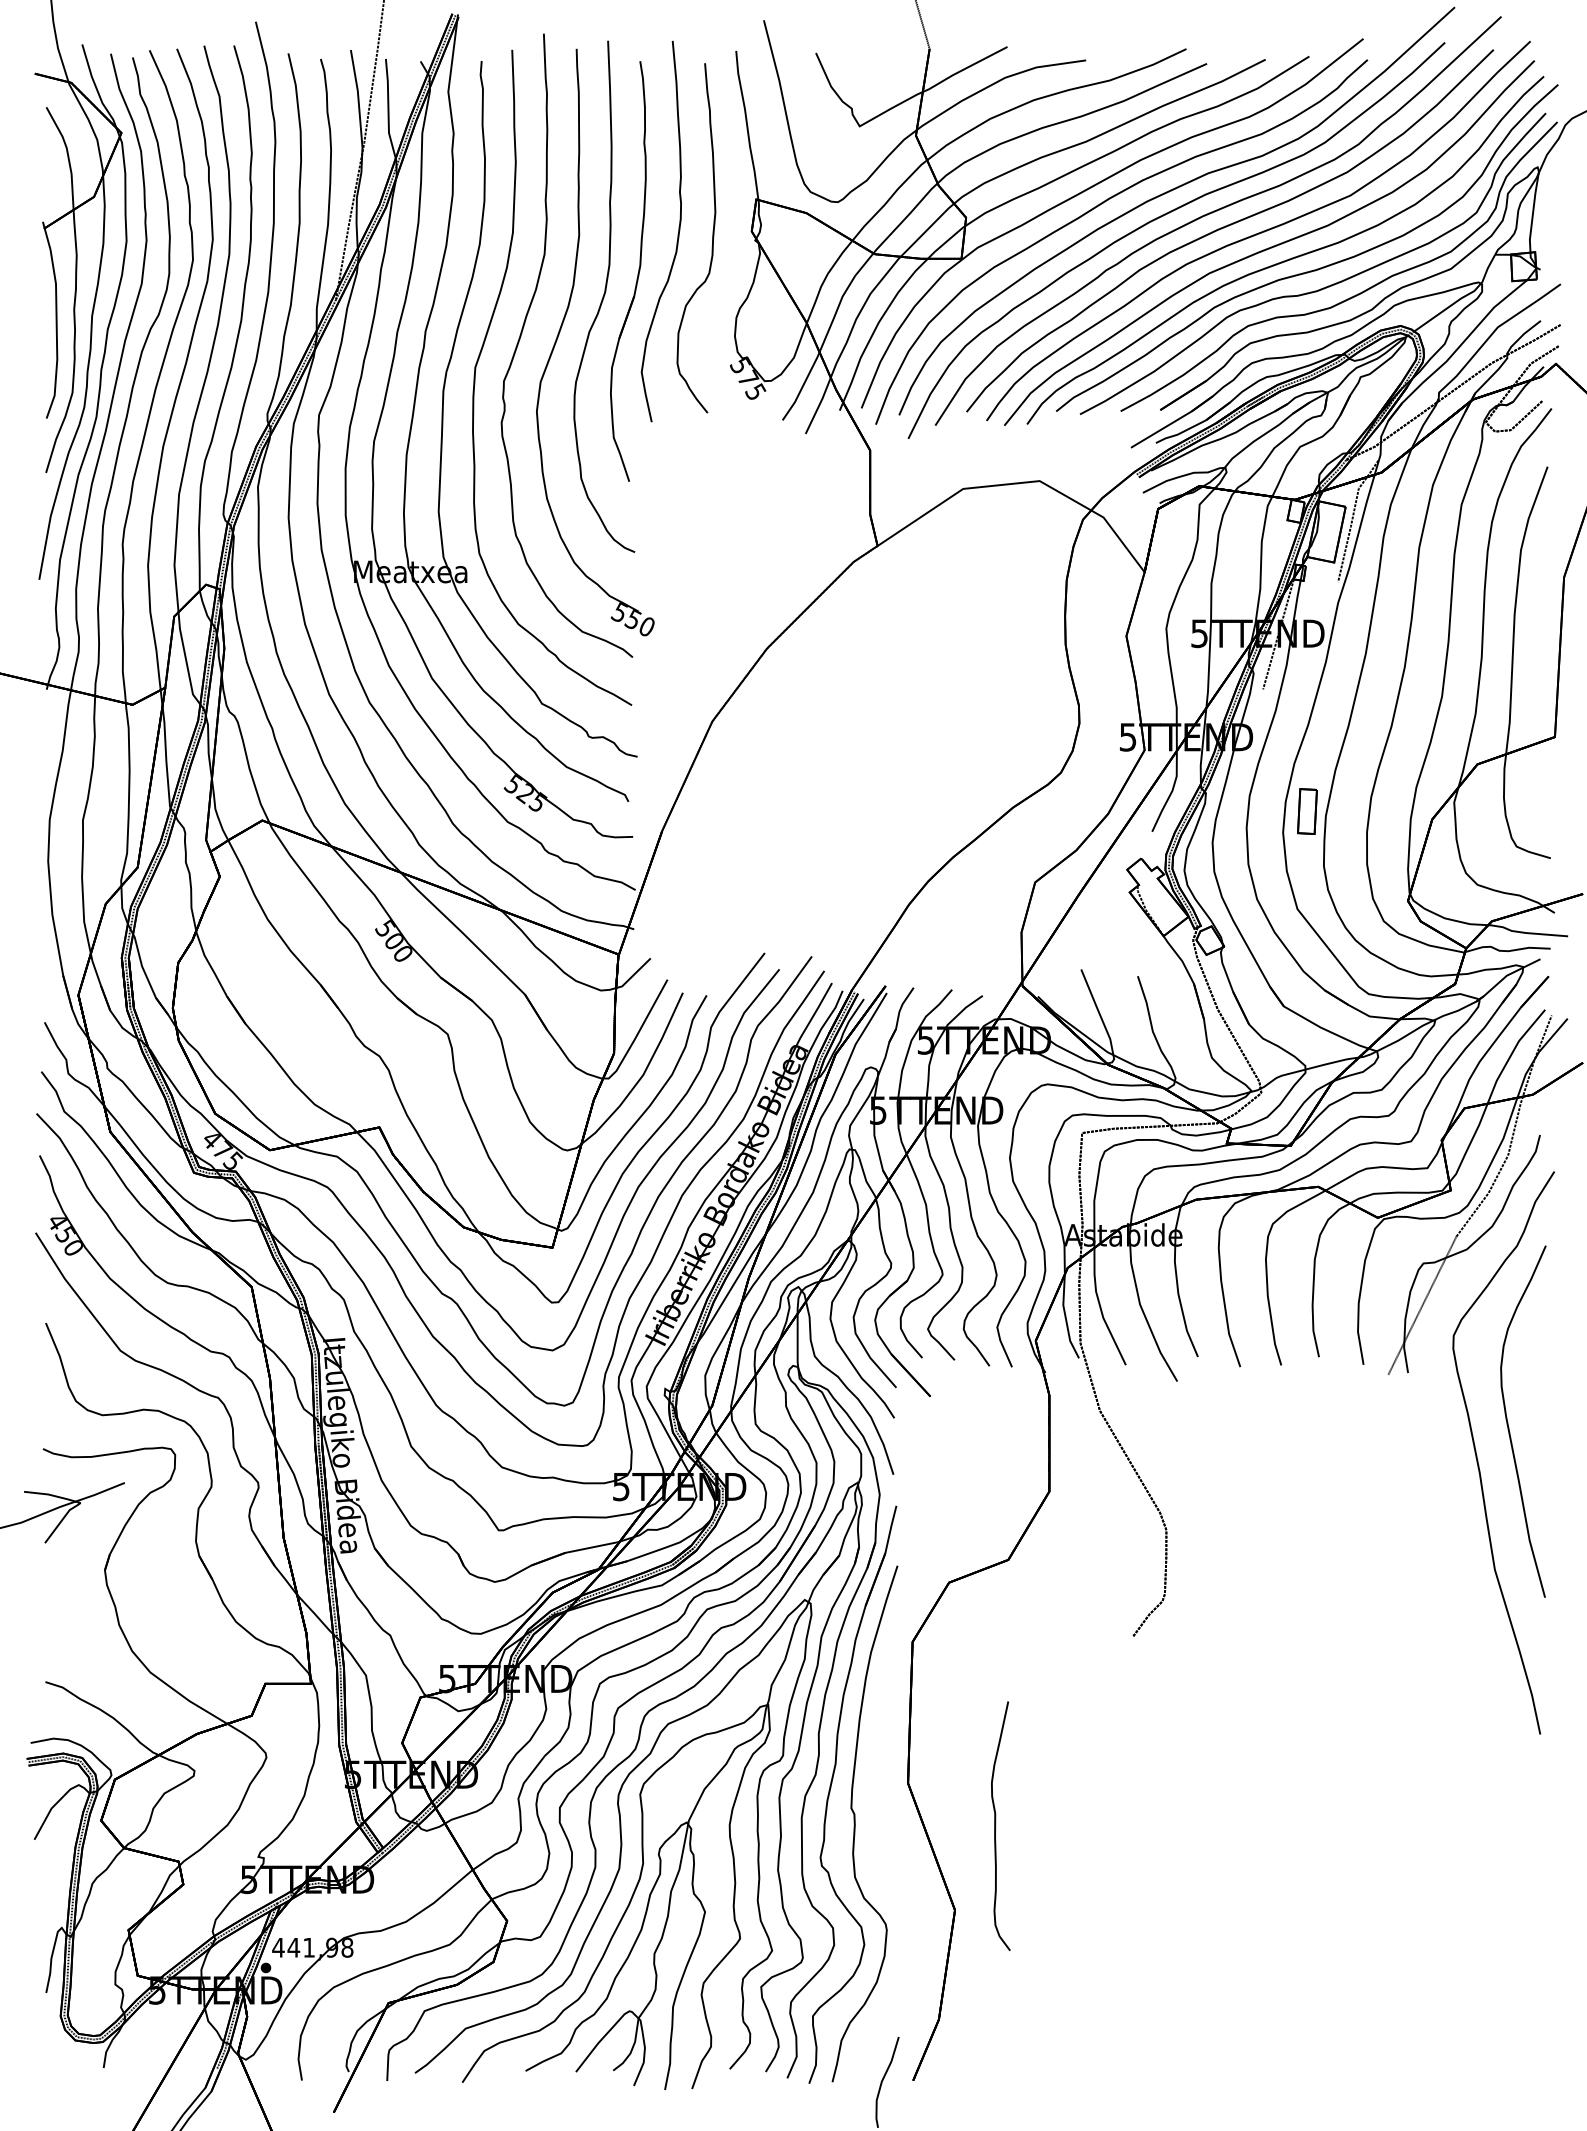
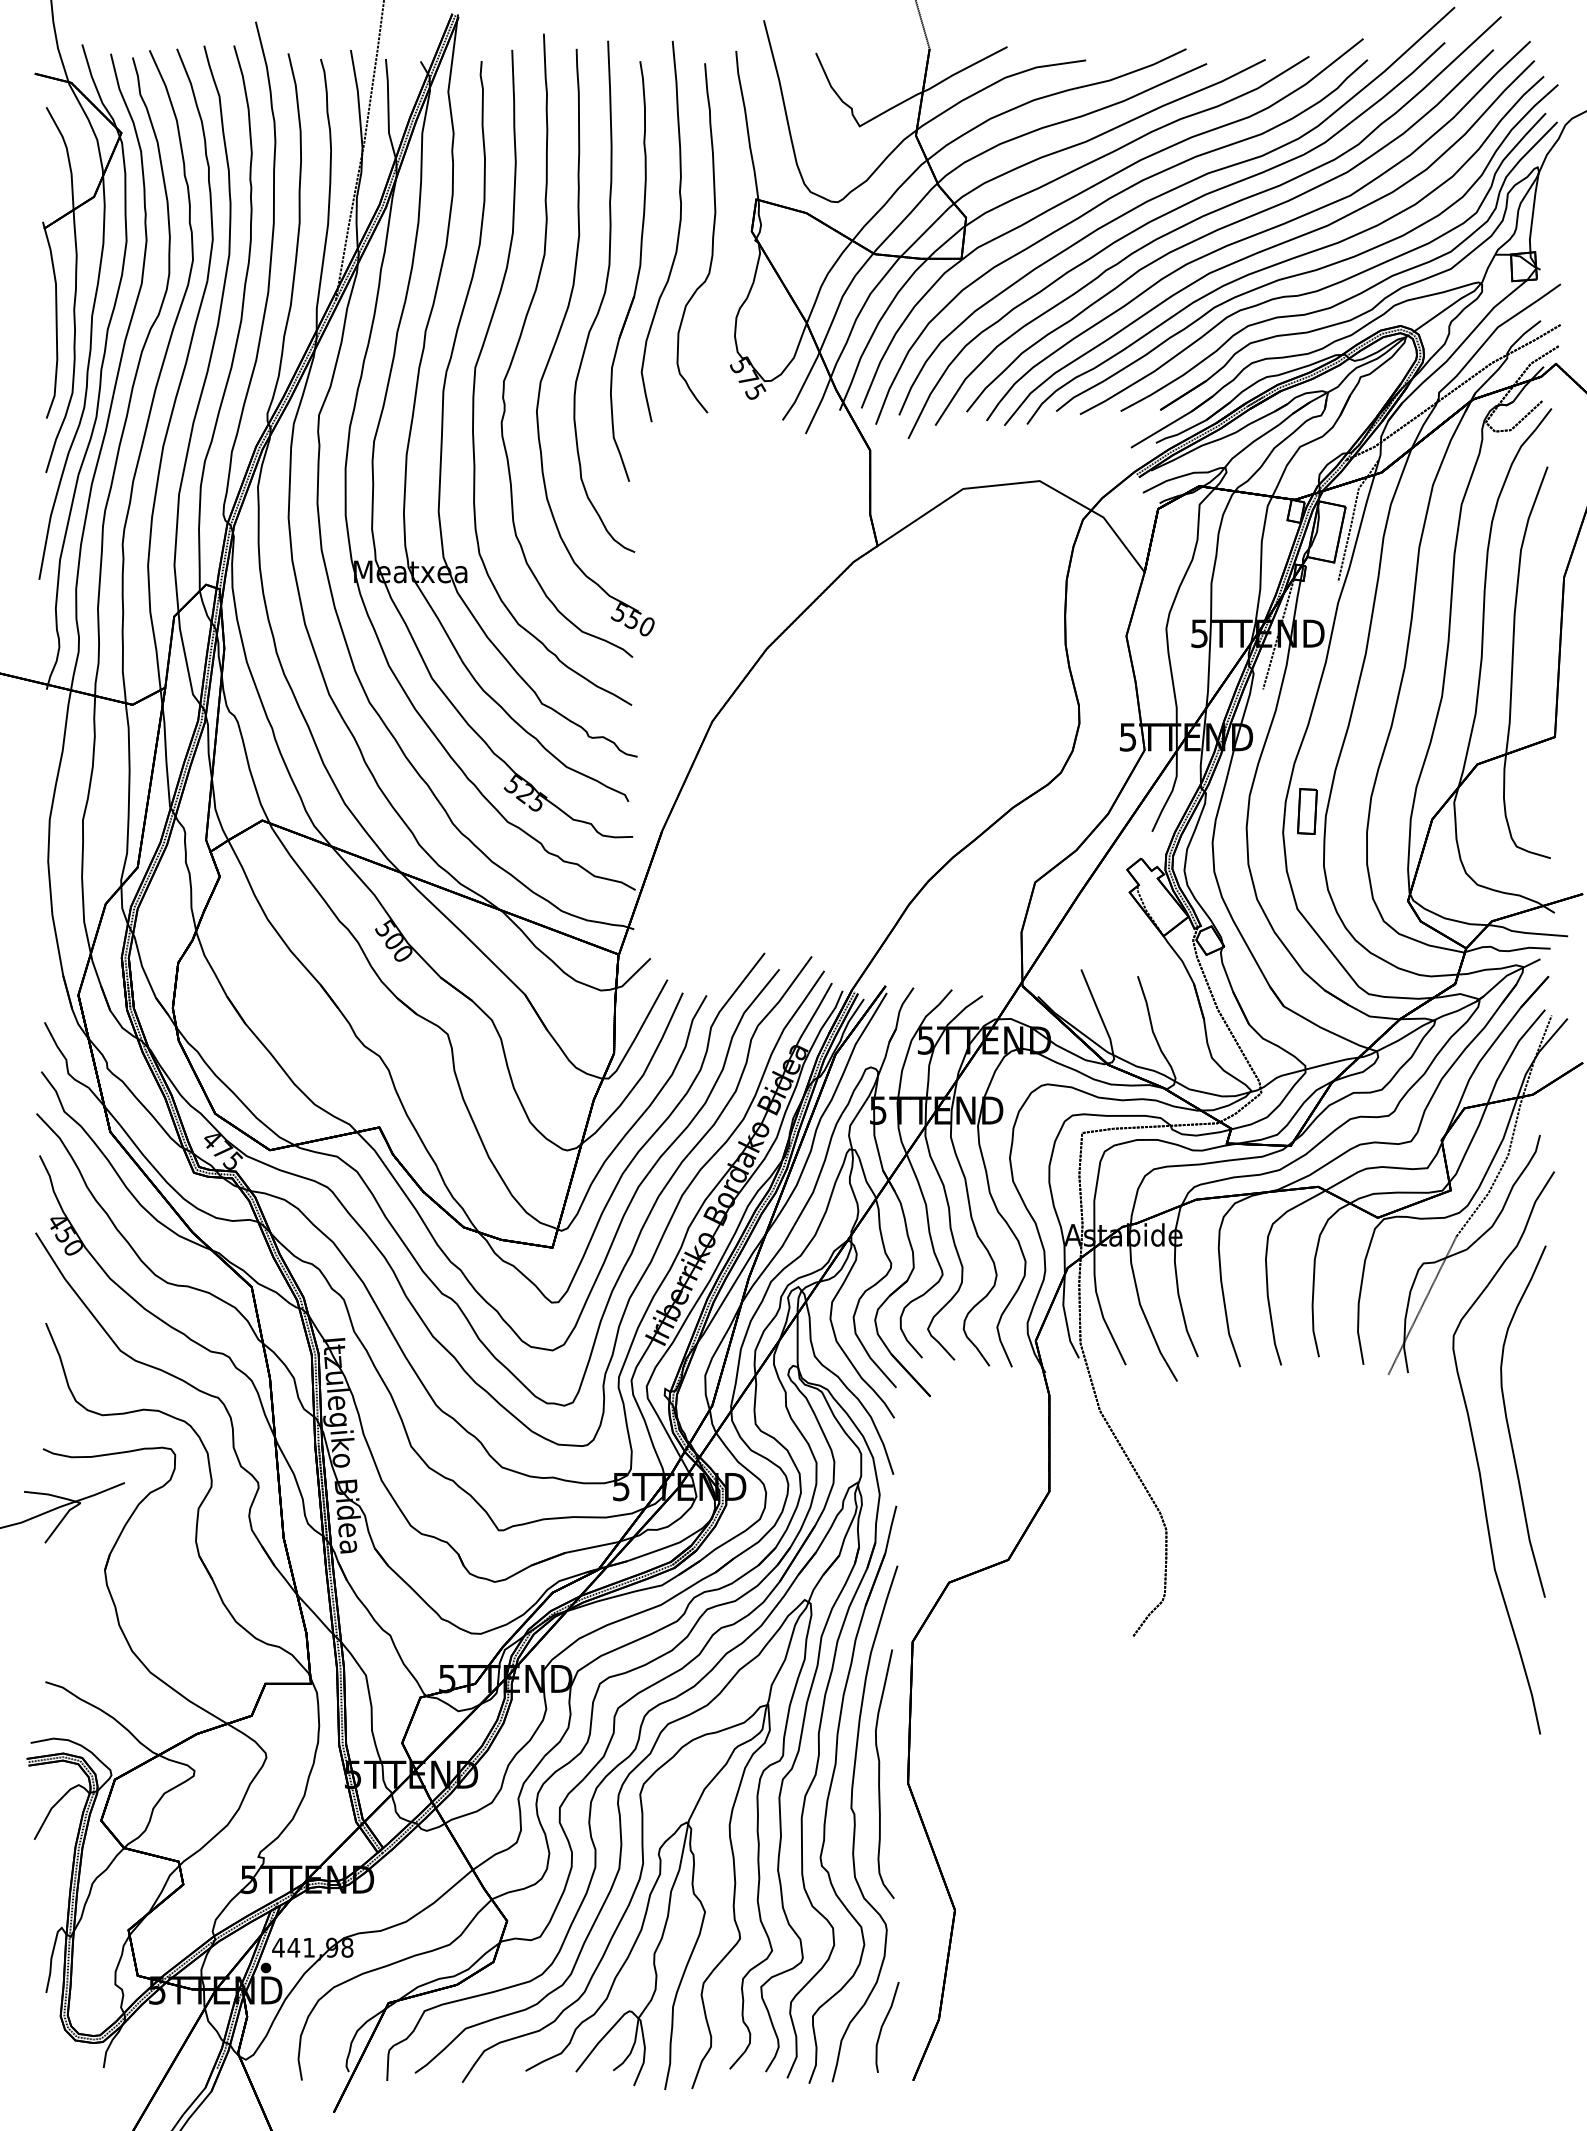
curve at (996, 1825) position: (996, 1825) -> (880, 1773)
curve at (883, 2080) position: (883, 2080) -> (883, 2025)
